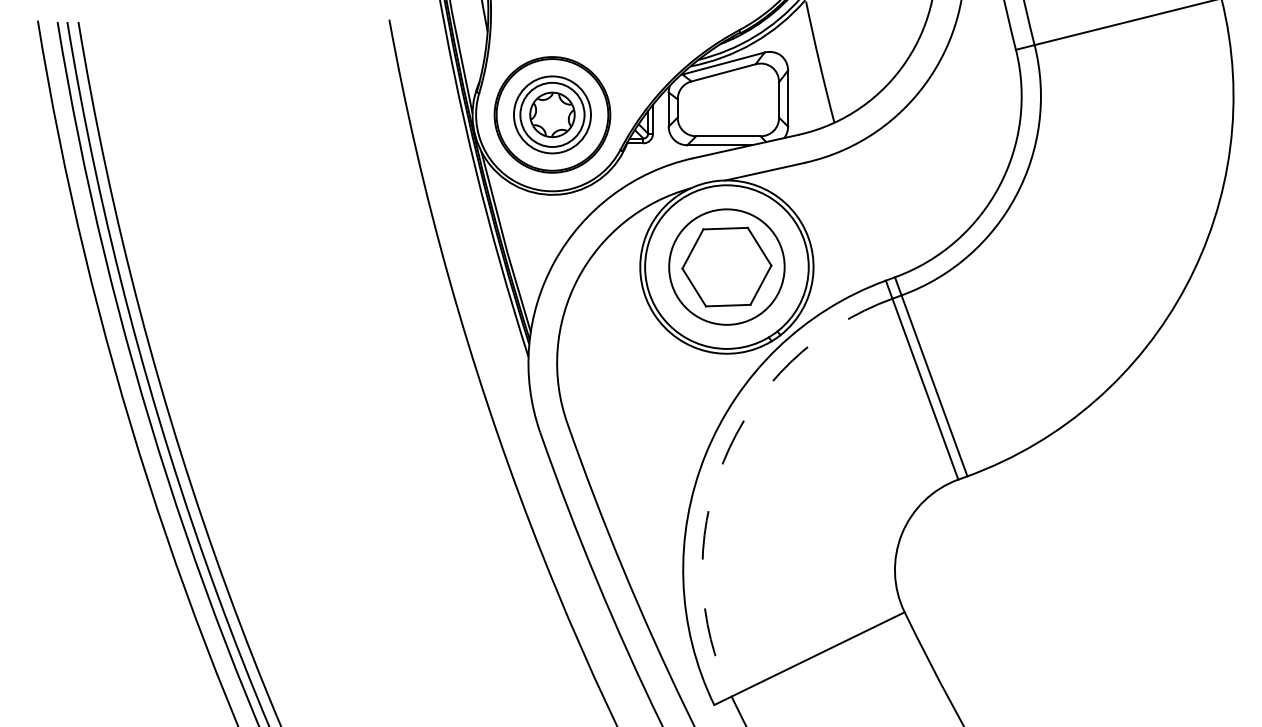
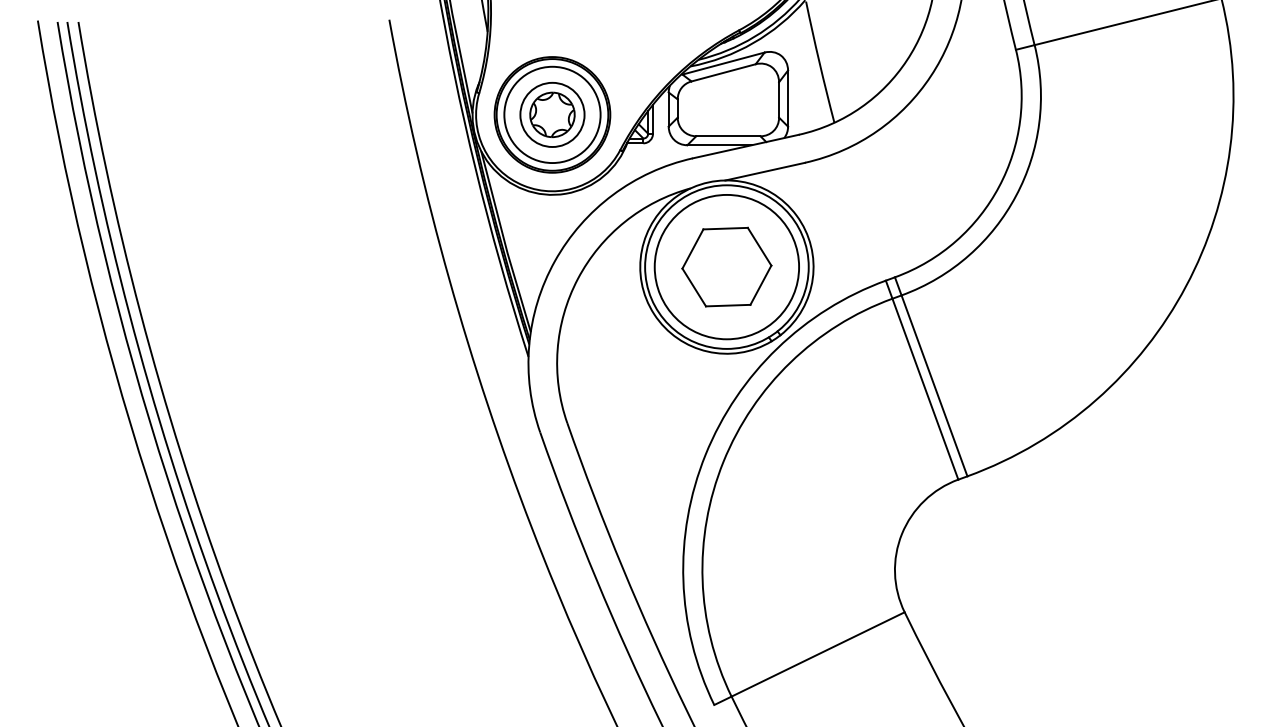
circle at (551, 114) diameter: 77 px -> 96 px
circle at (726, 266) diameter: 115 px -> 144 px
arc at (723, 461): dashed -> solid
